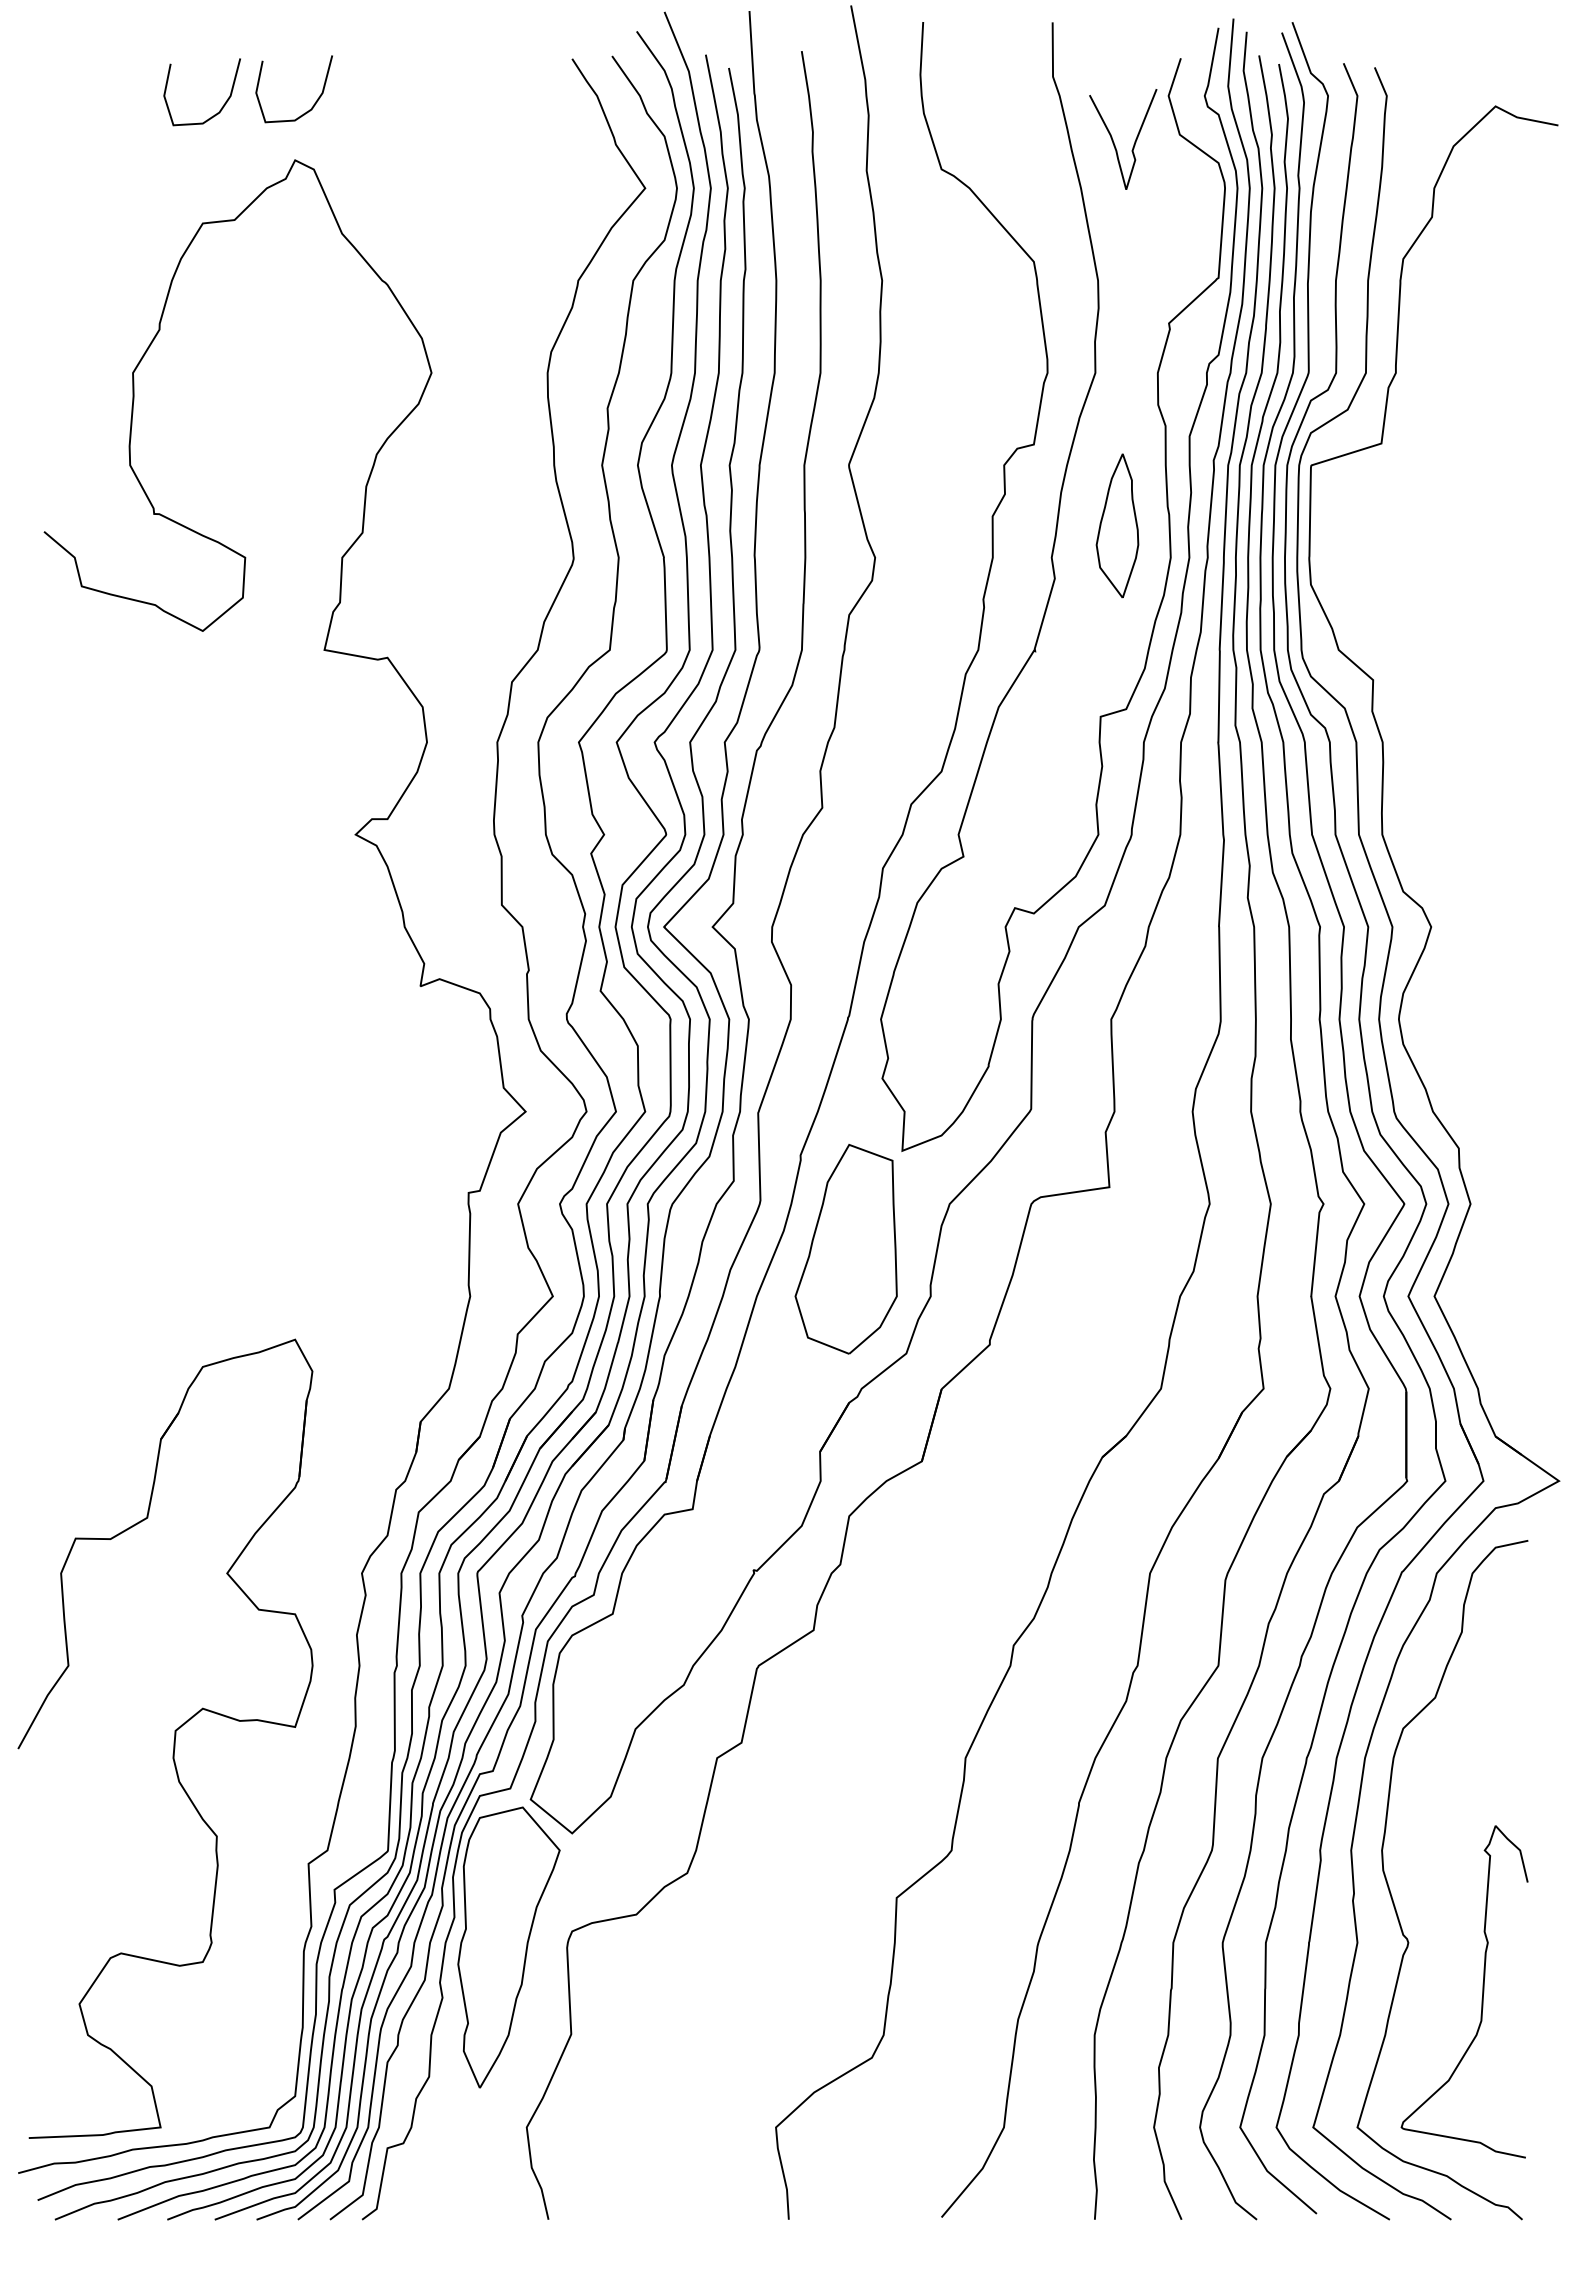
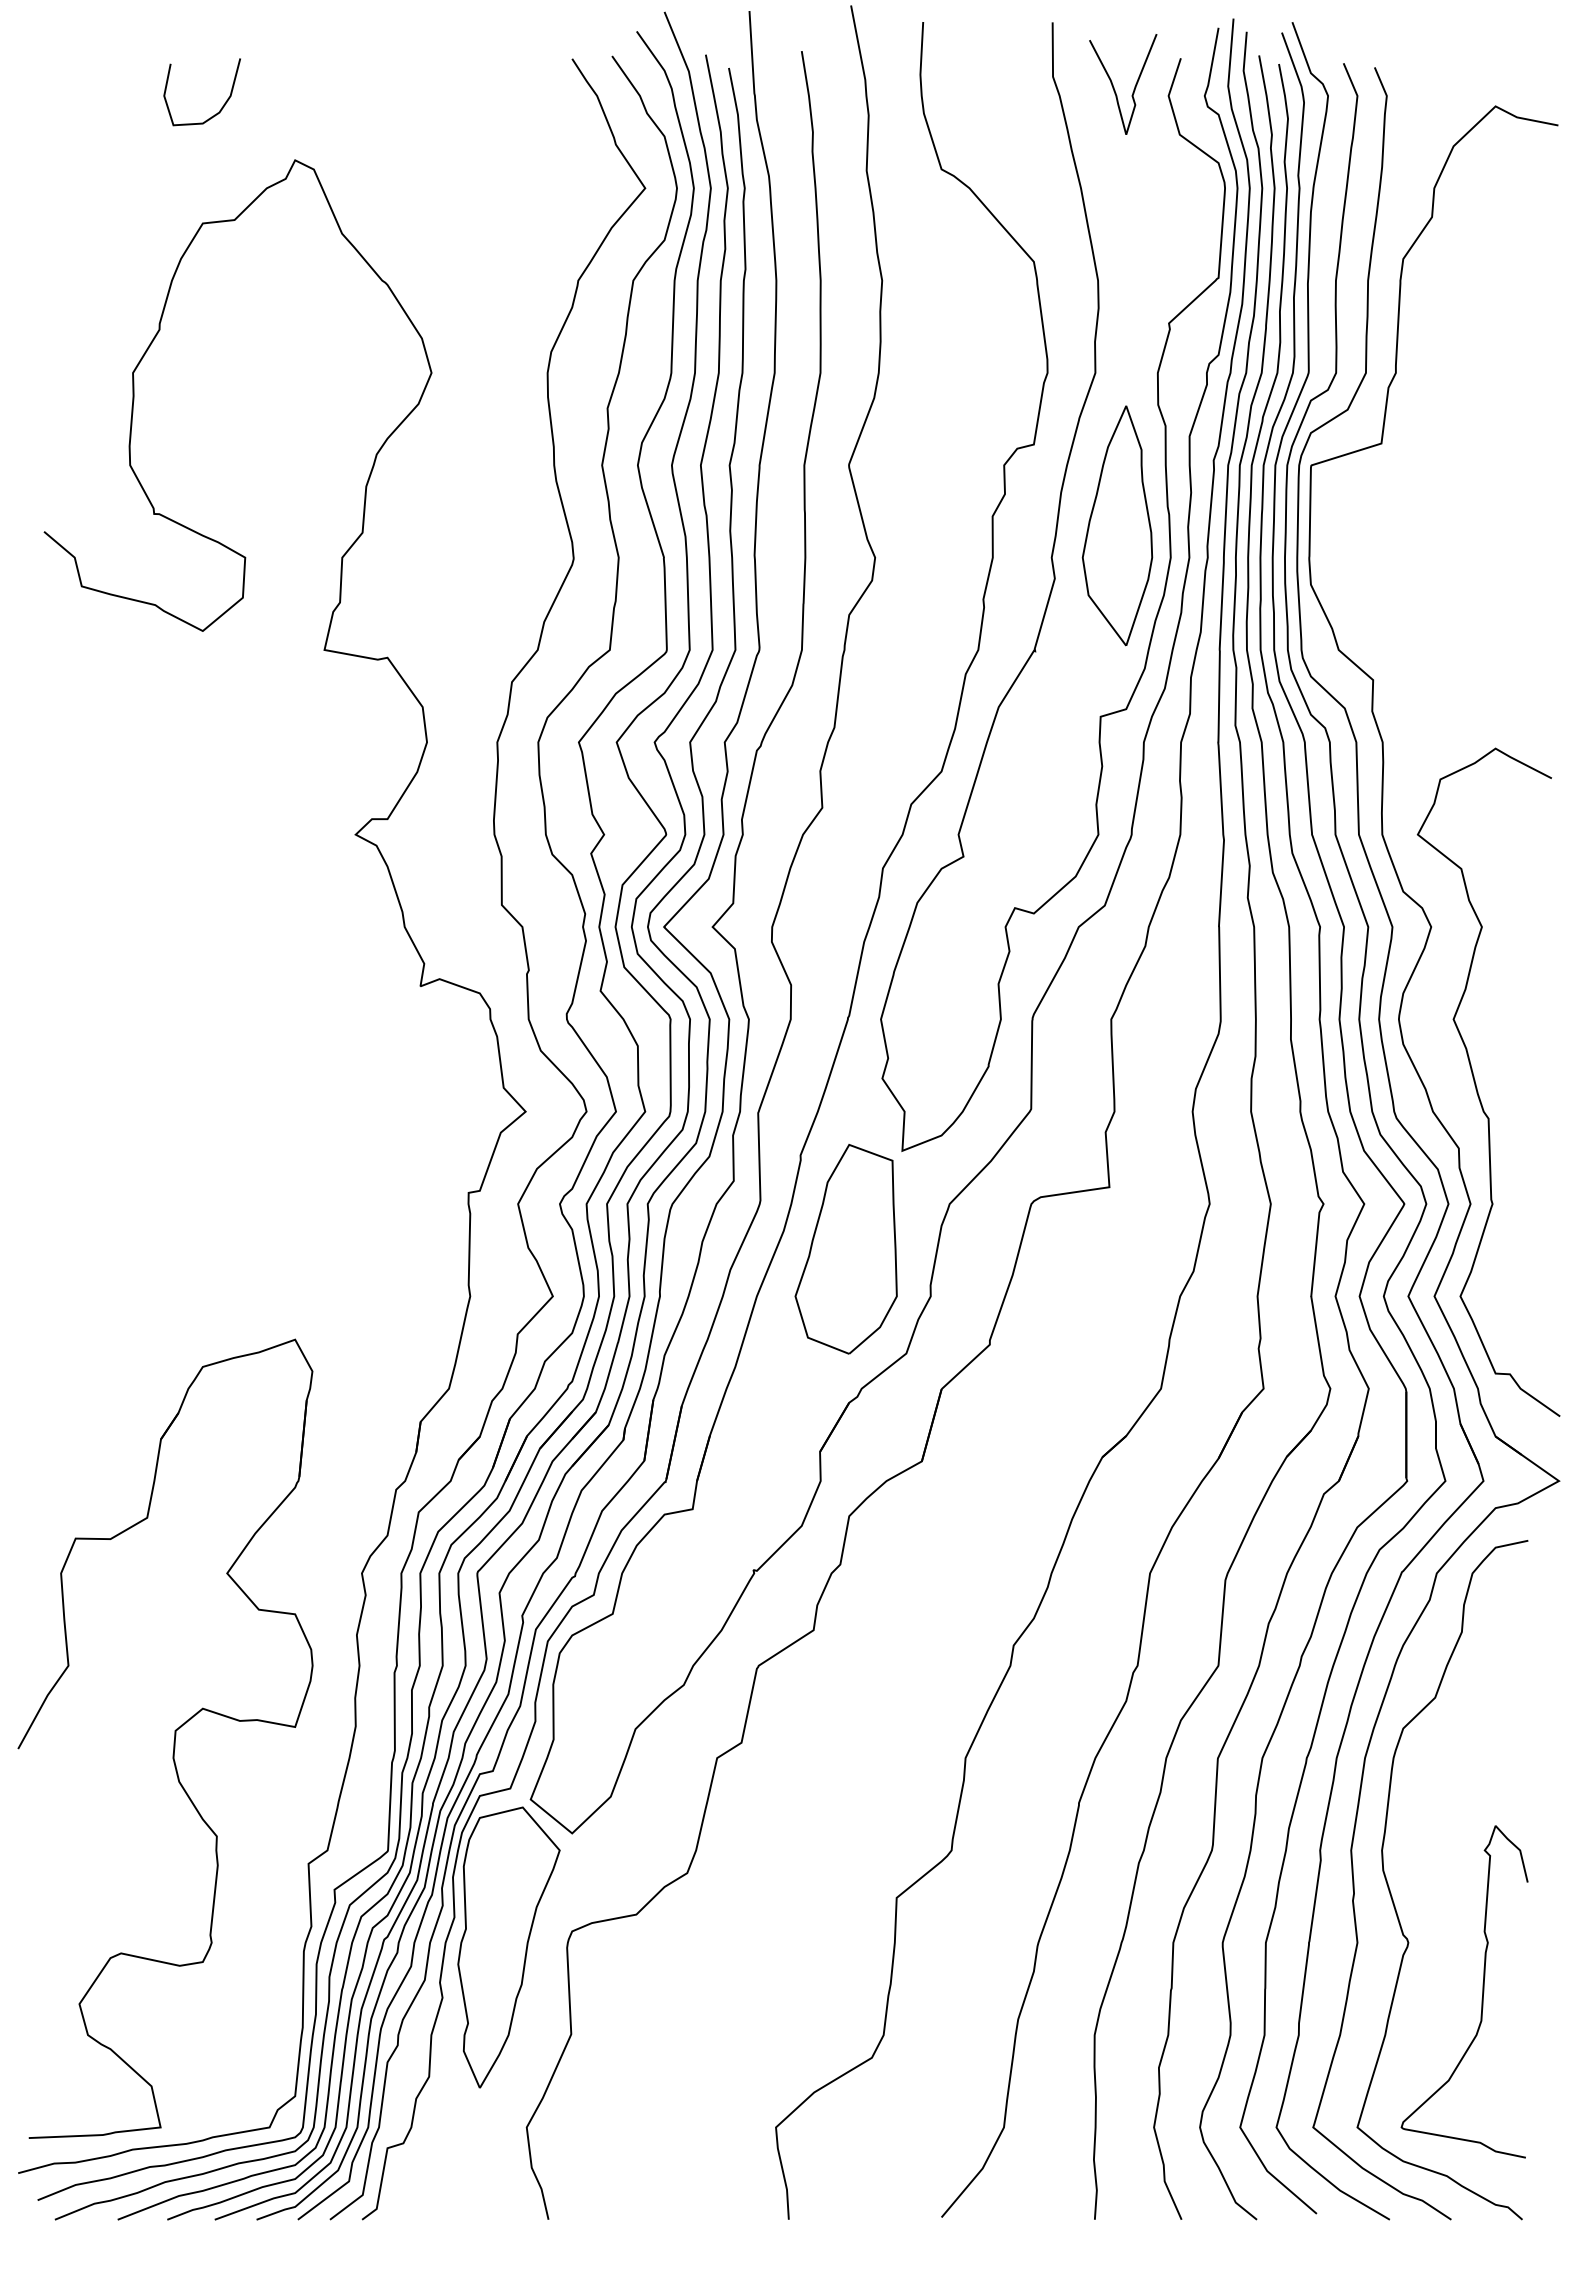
curve at (313, 104): present -> none
curve at (1114, 142) position: (1114, 142) -> (1114, 87)
part at (1117, 525) size: 45x146 px -> 73x242 px
curve at (1476, 1083): none -> present
